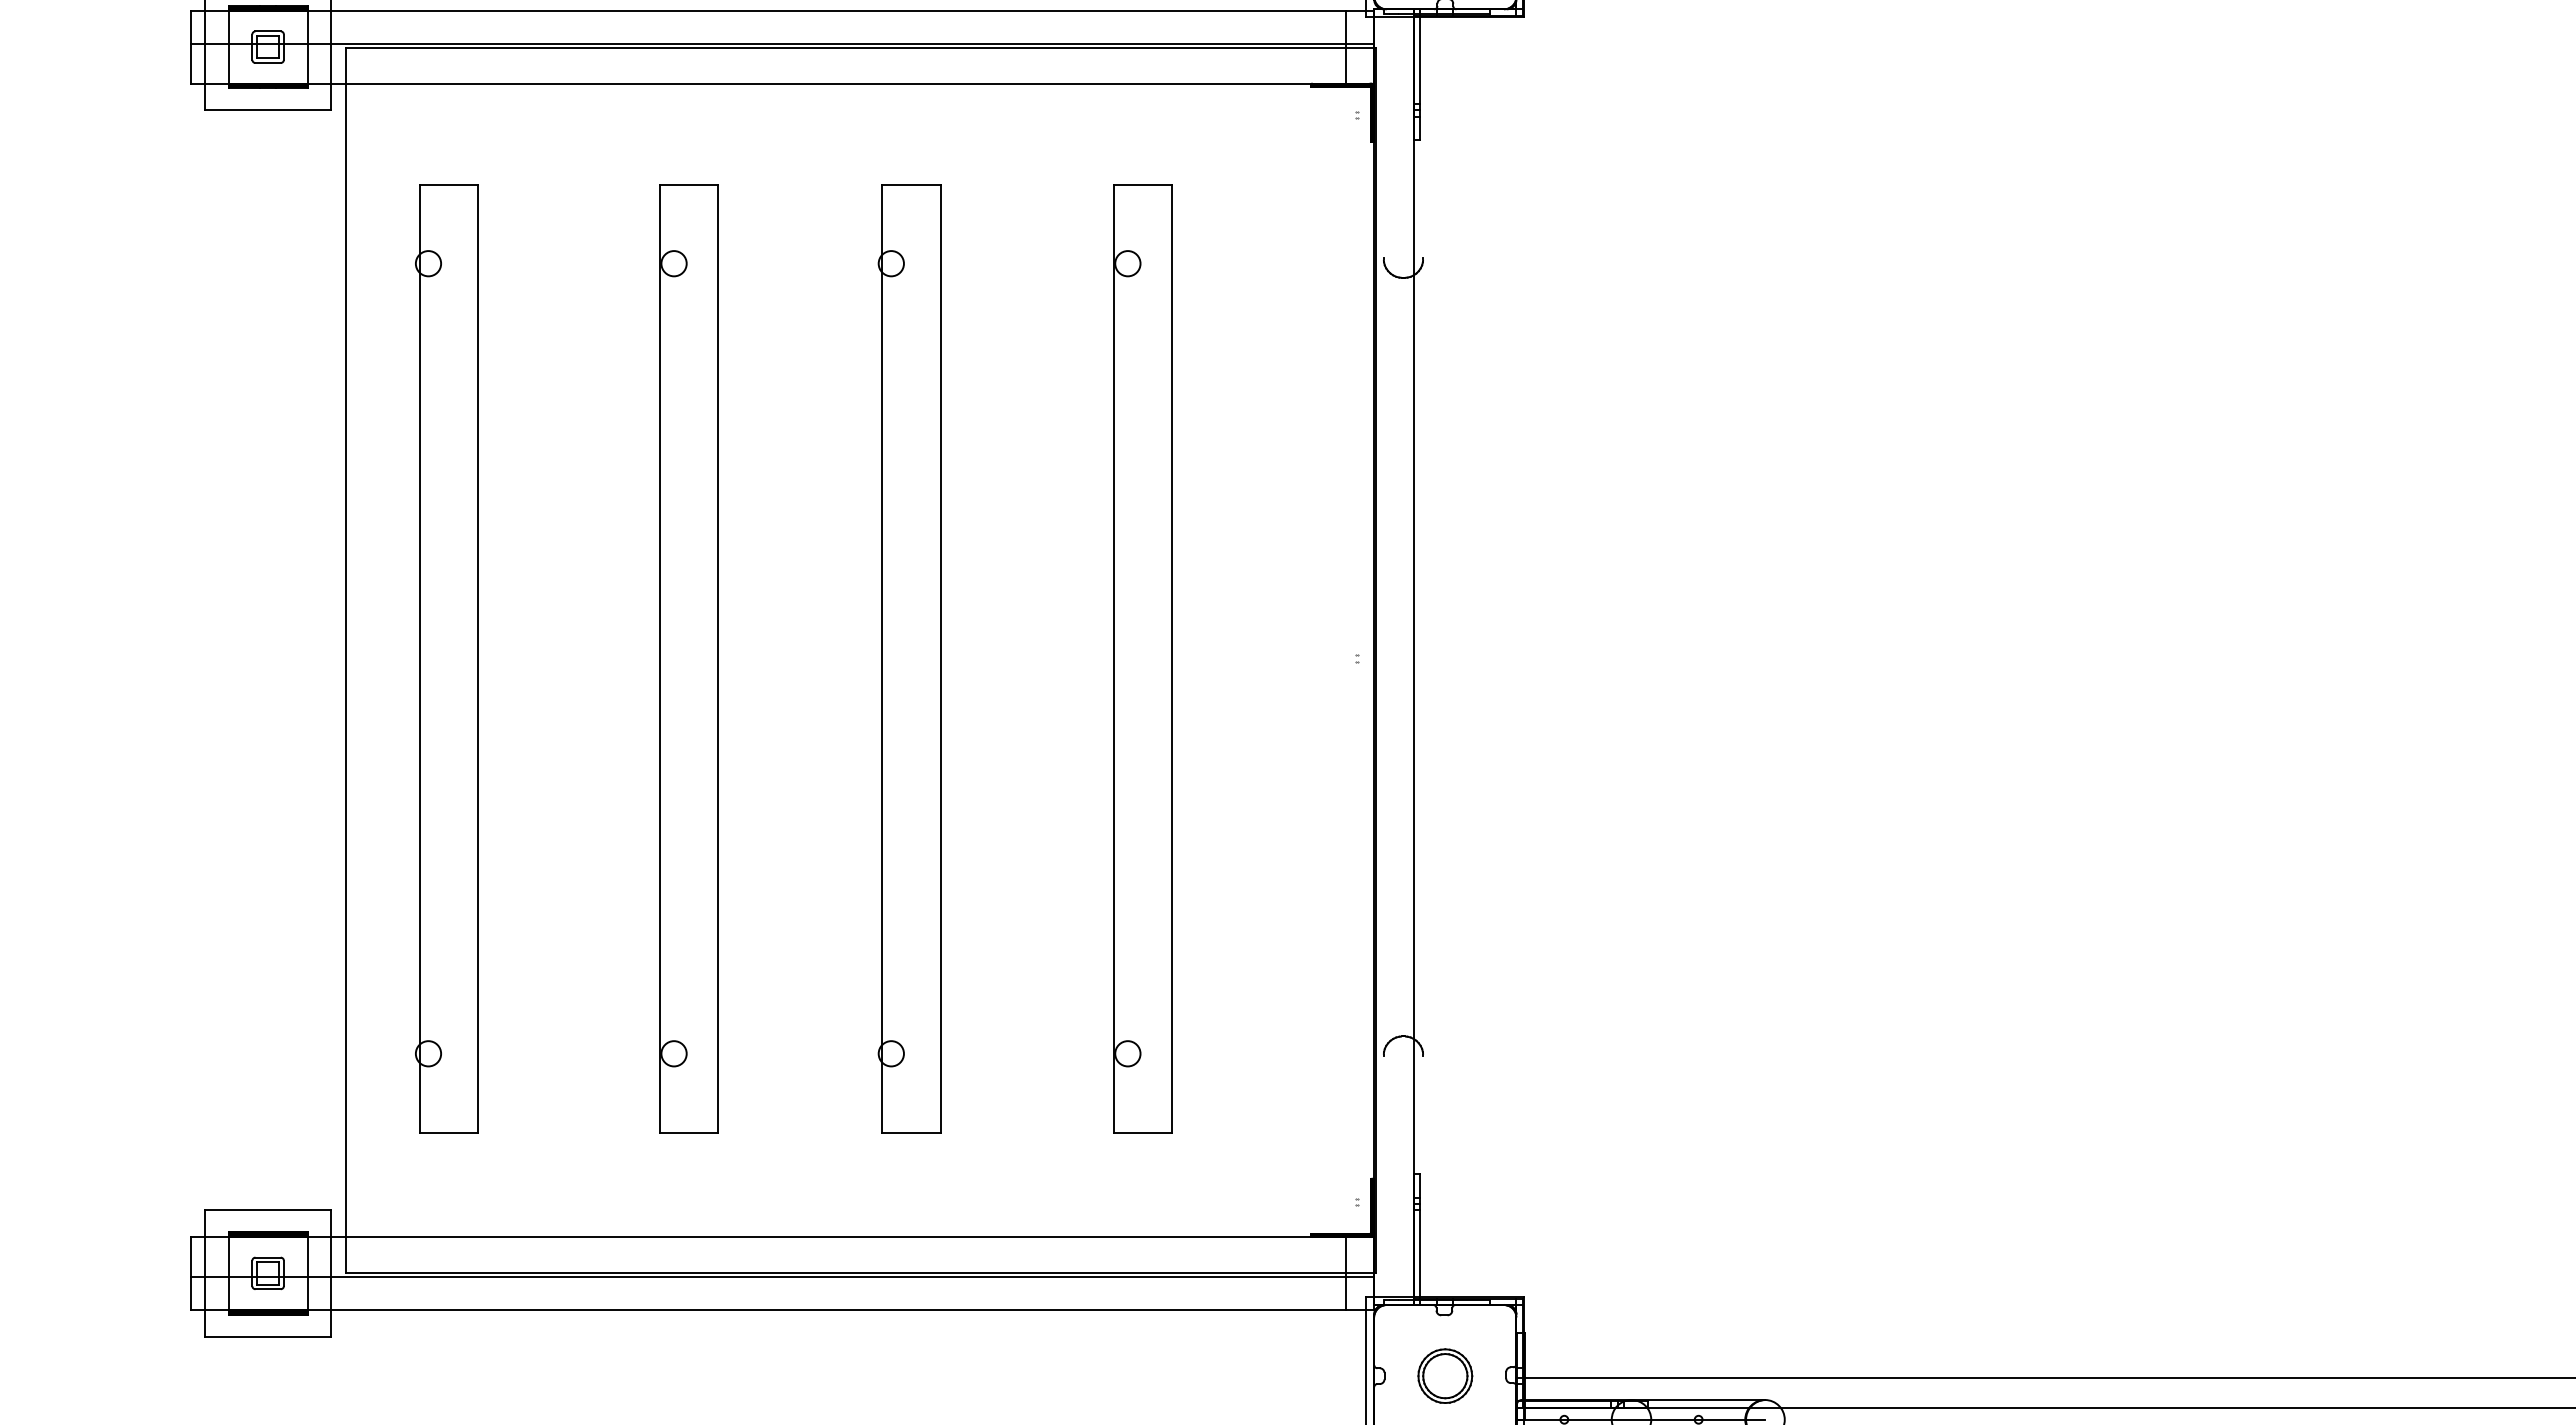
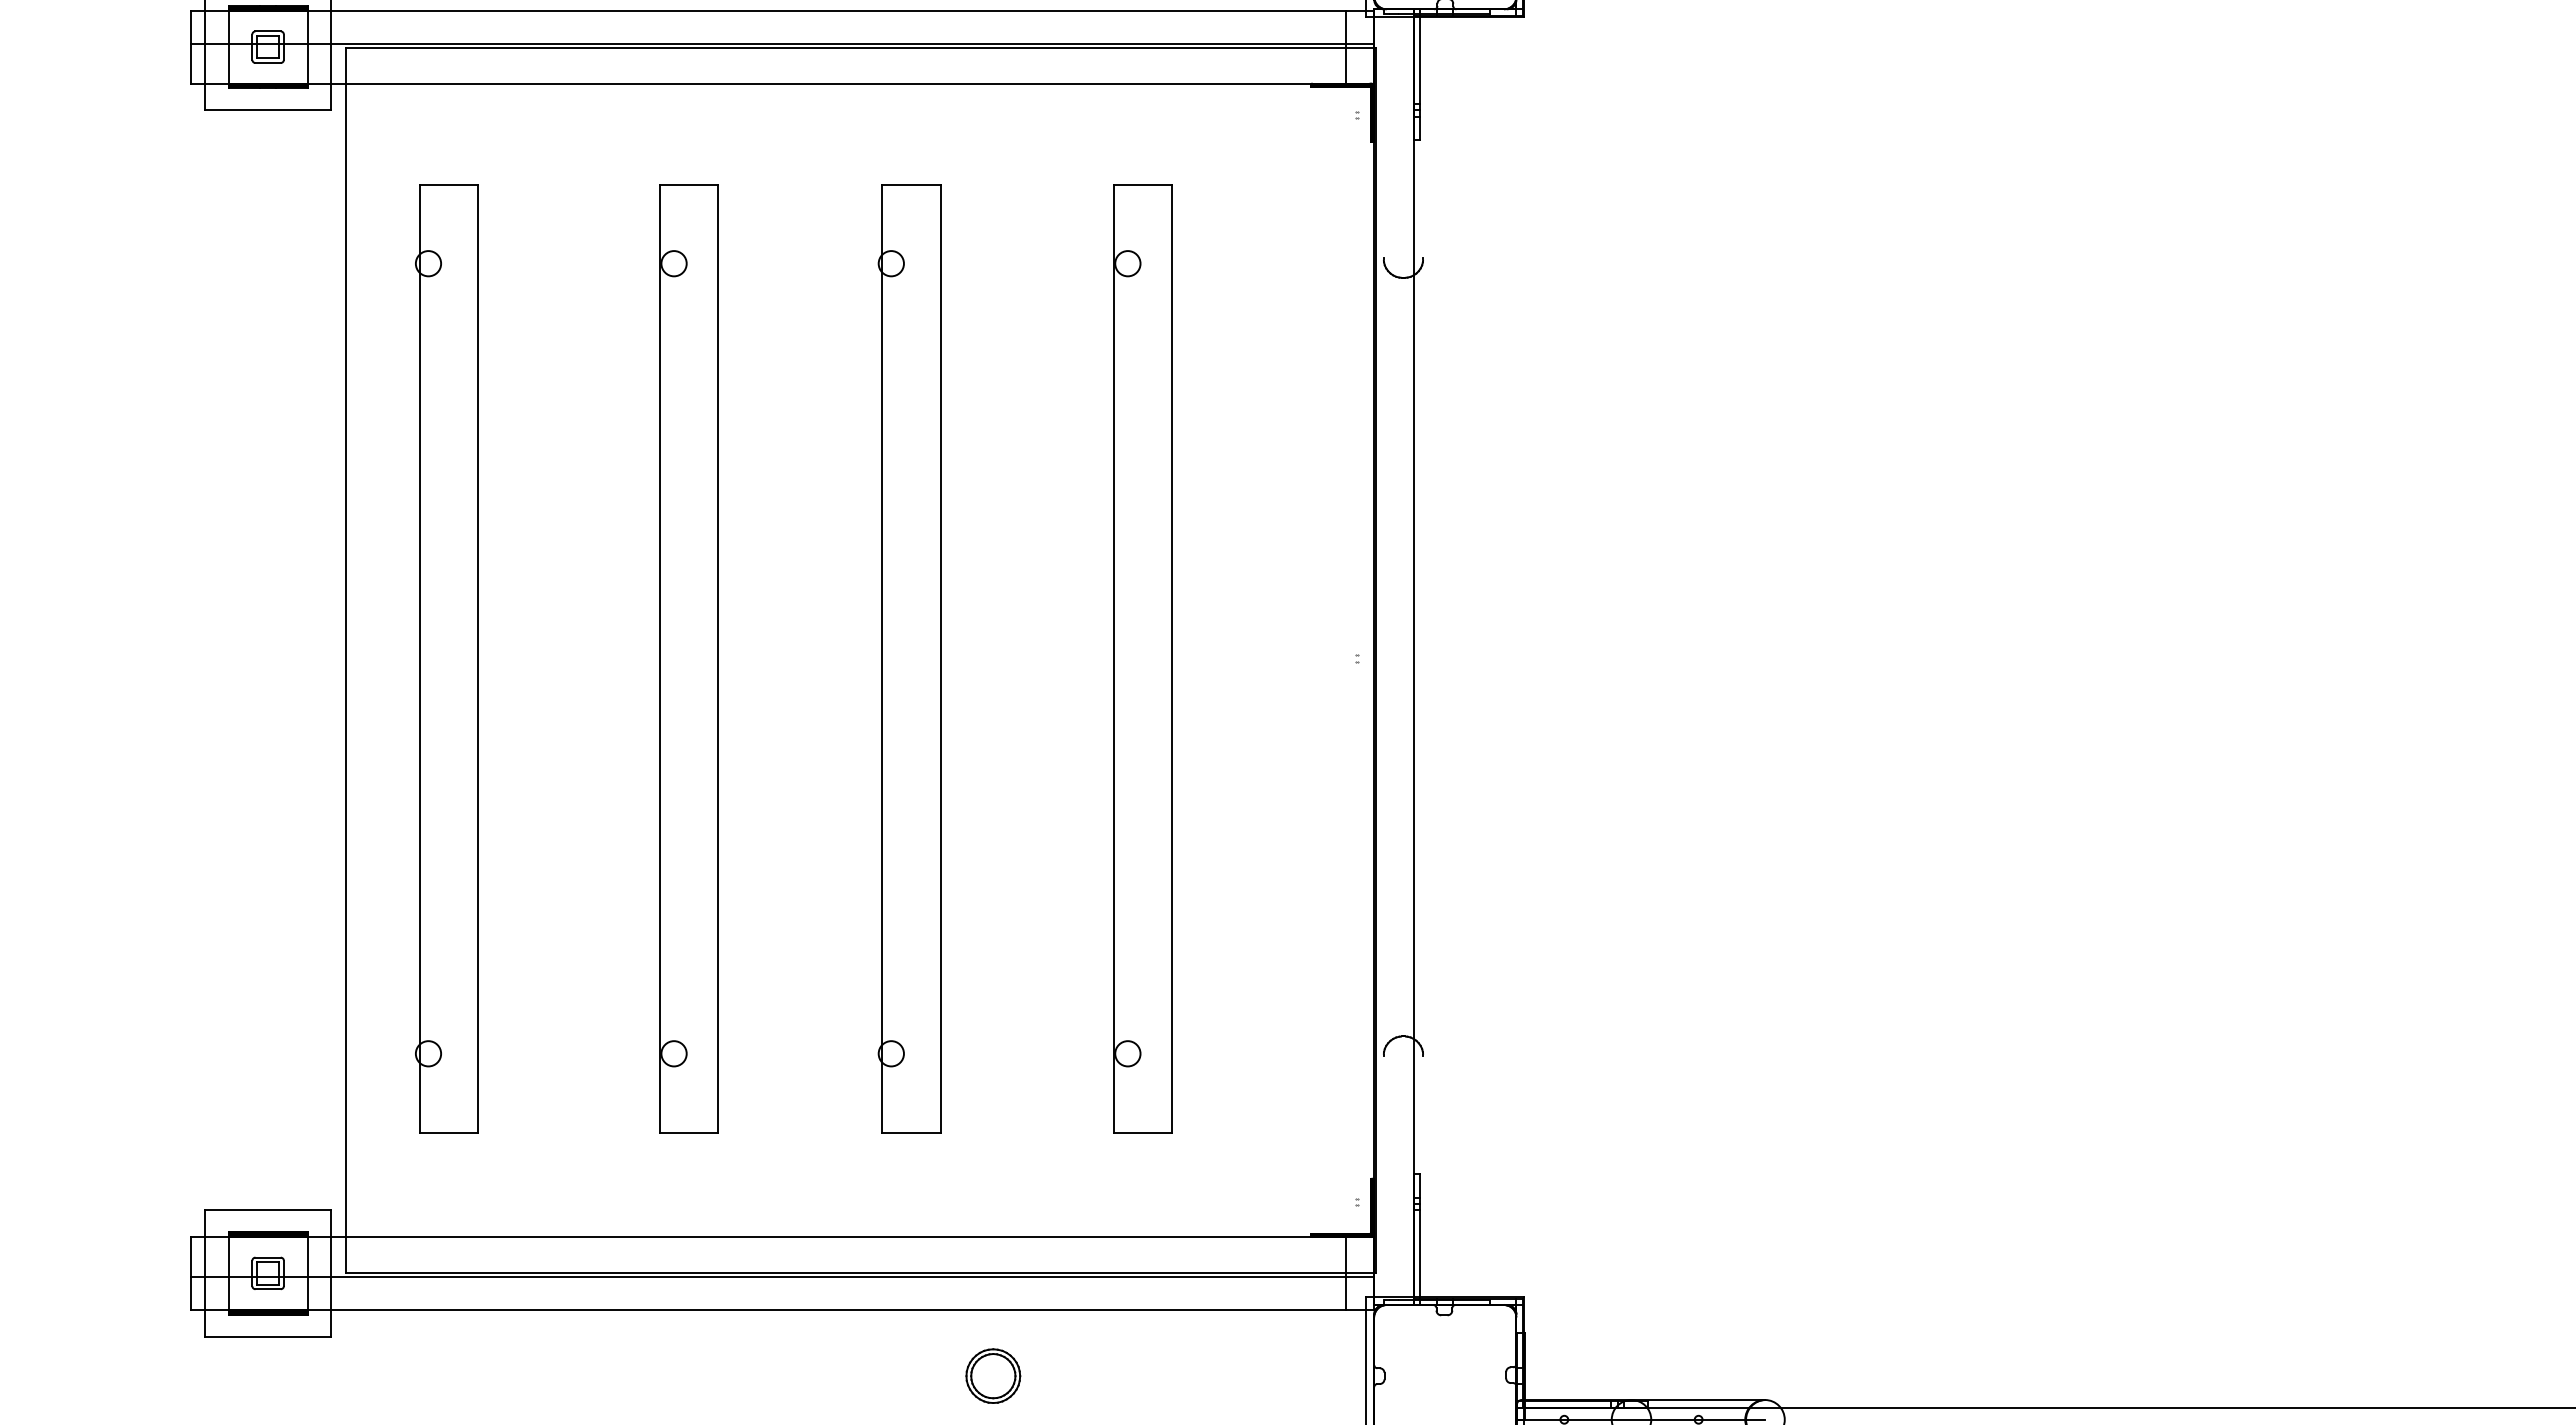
part at (1445, 1375) position: (1445, 1375) -> (993, 1375)
line at (2044, 1377): present -> none
